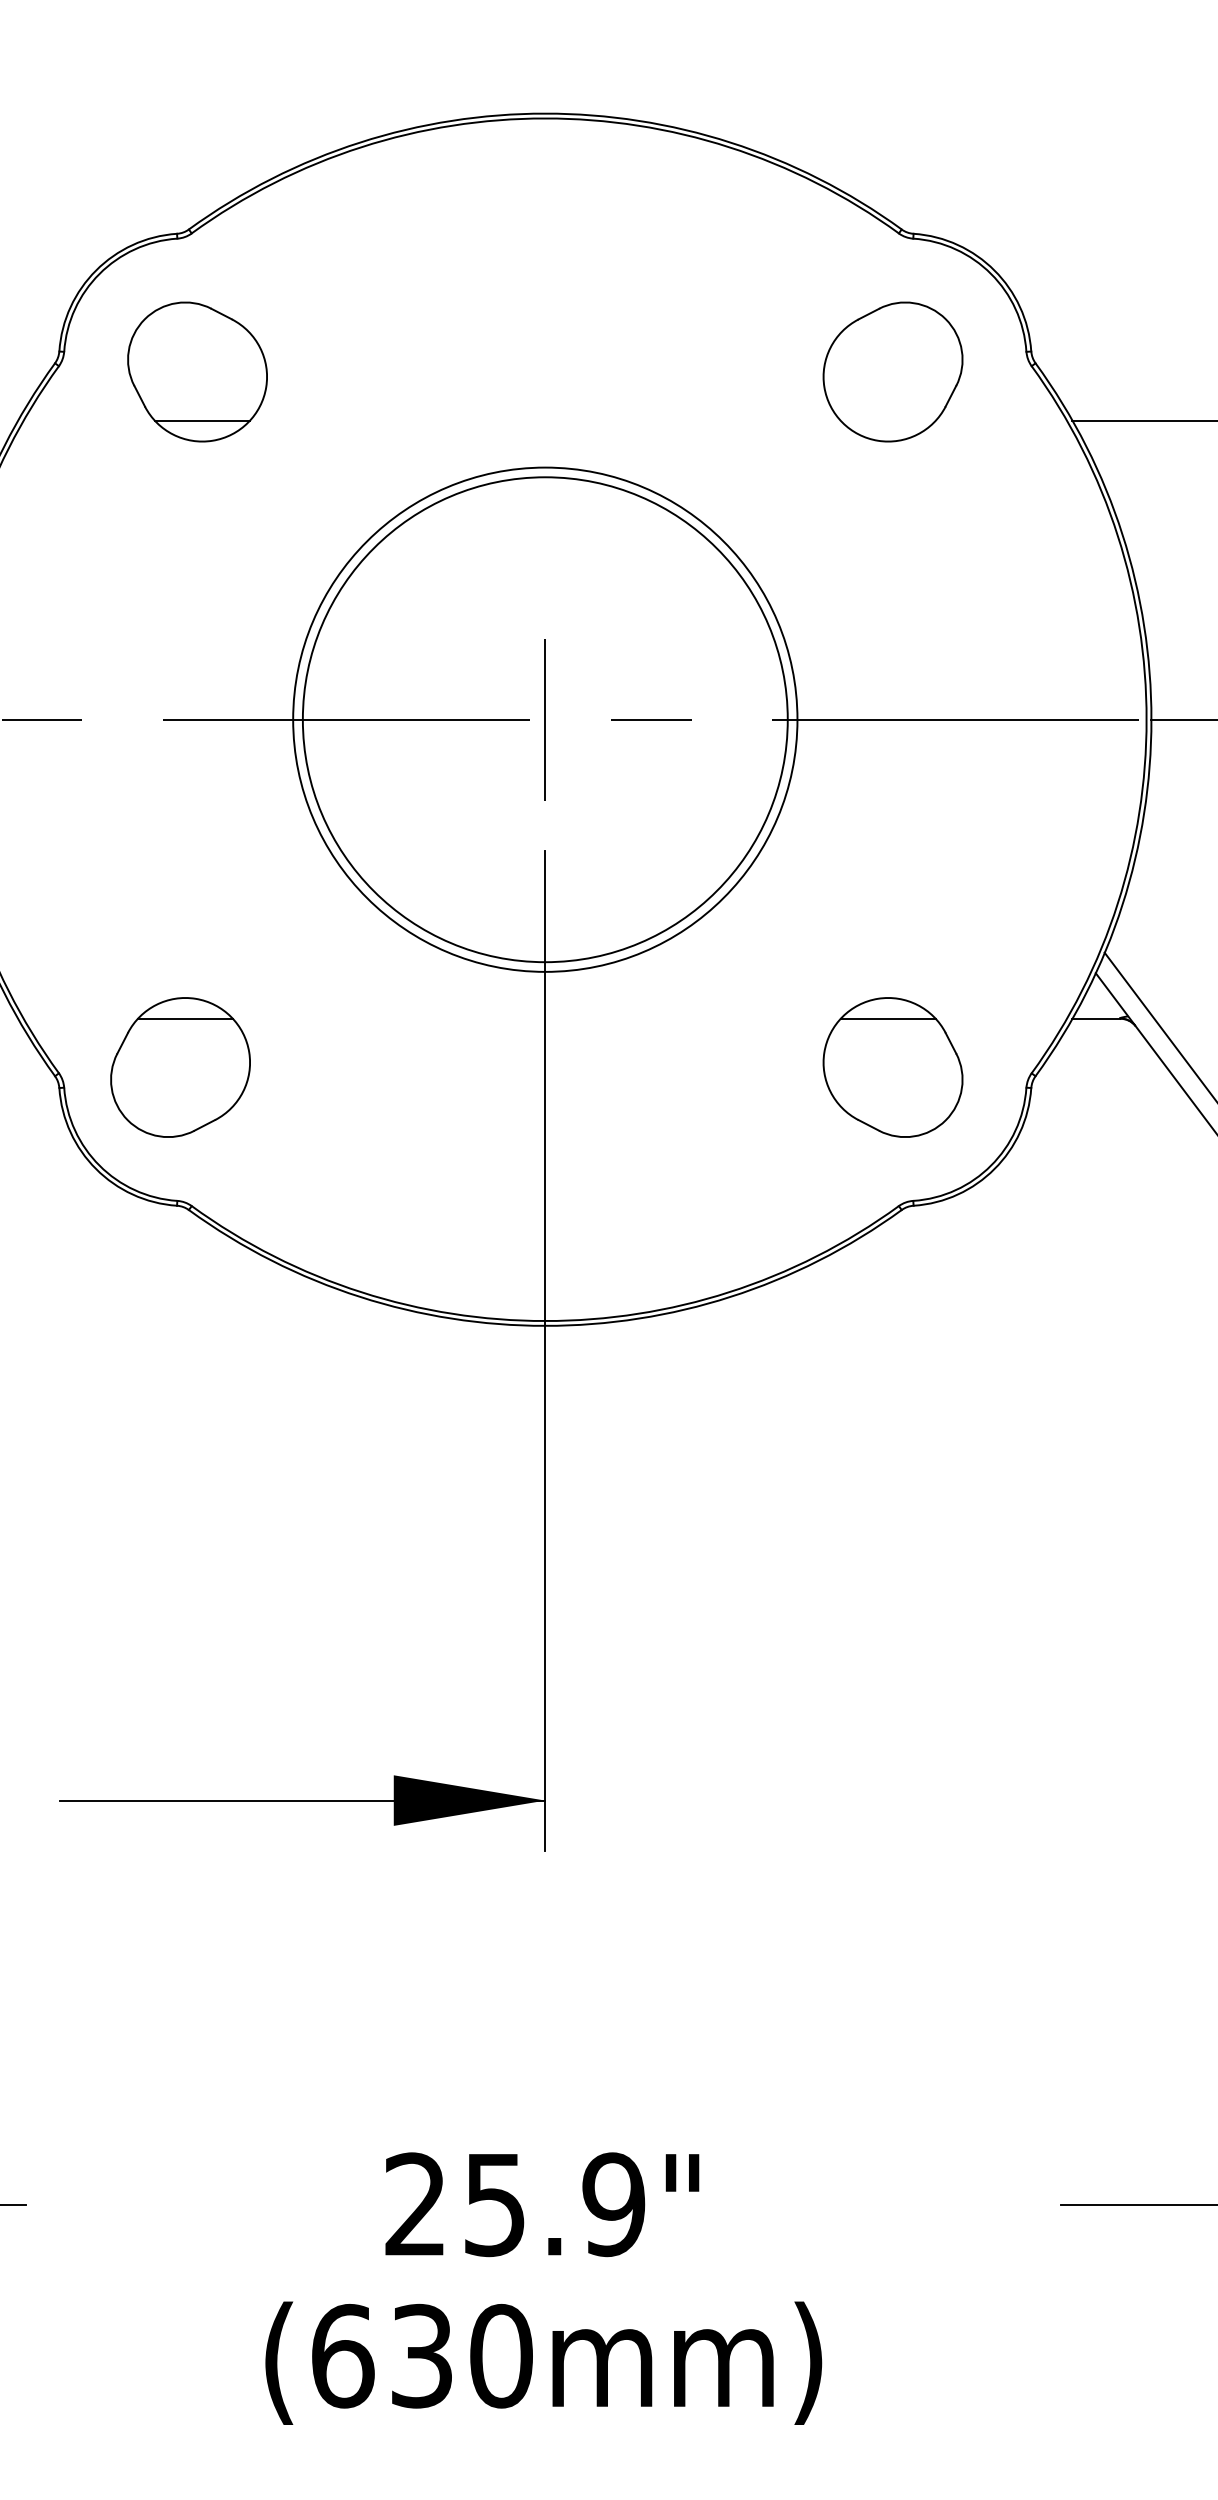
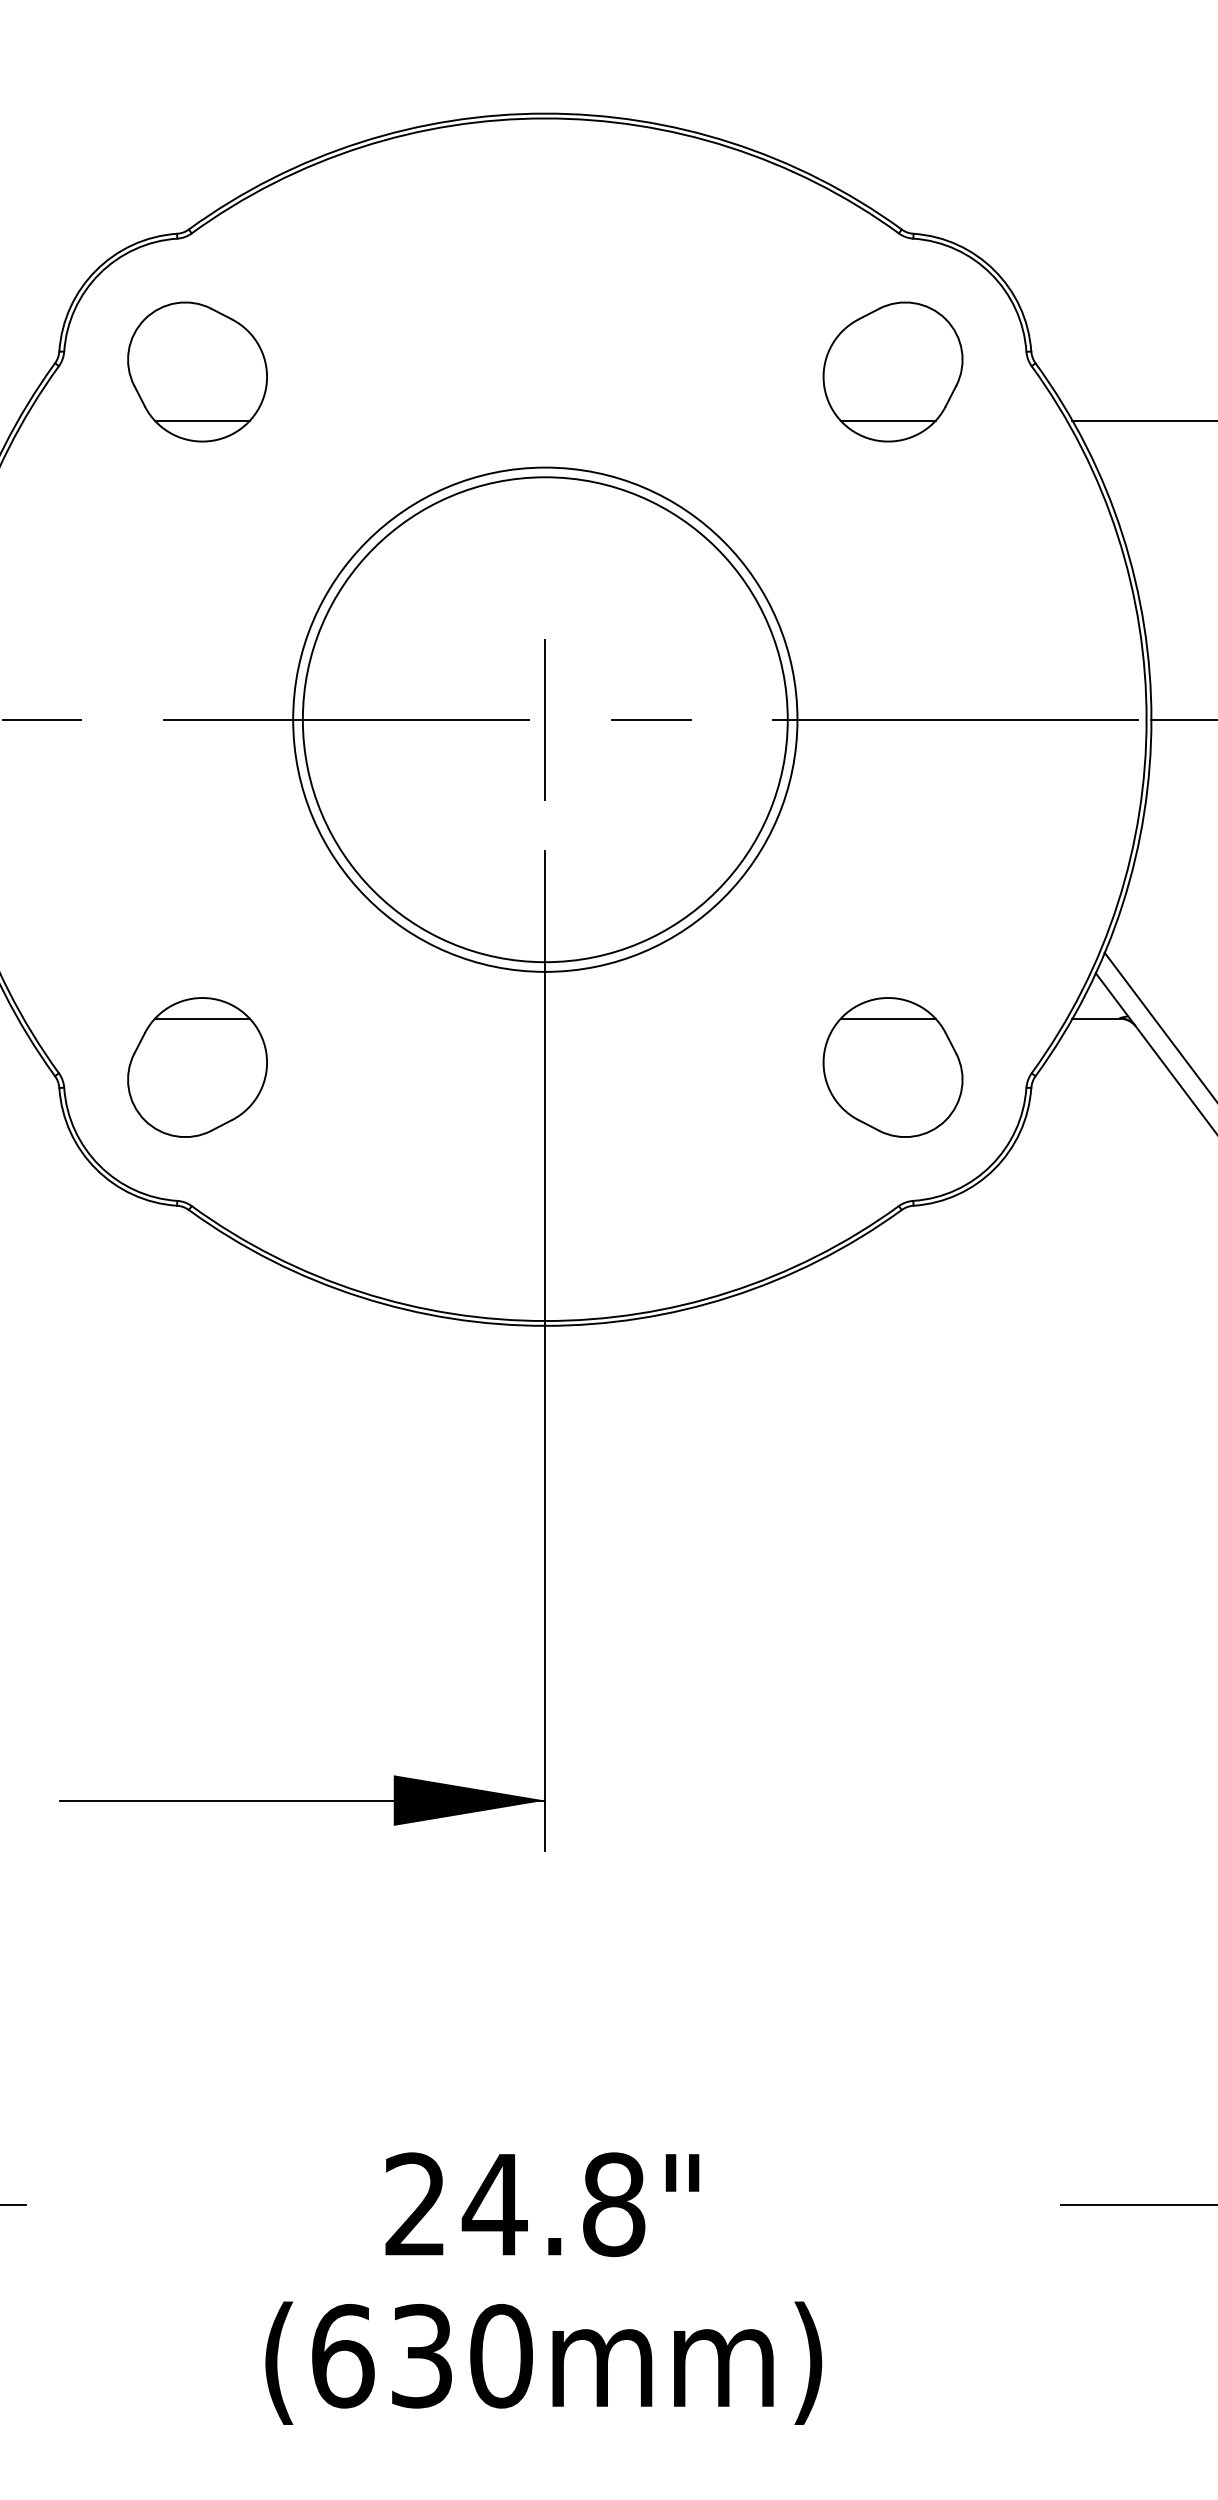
line at (887, 420): none -> present
part at (180, 1067) position: (180, 1067) -> (197, 1067)
text at (553, 2204): 25.9" -> 24.8"
